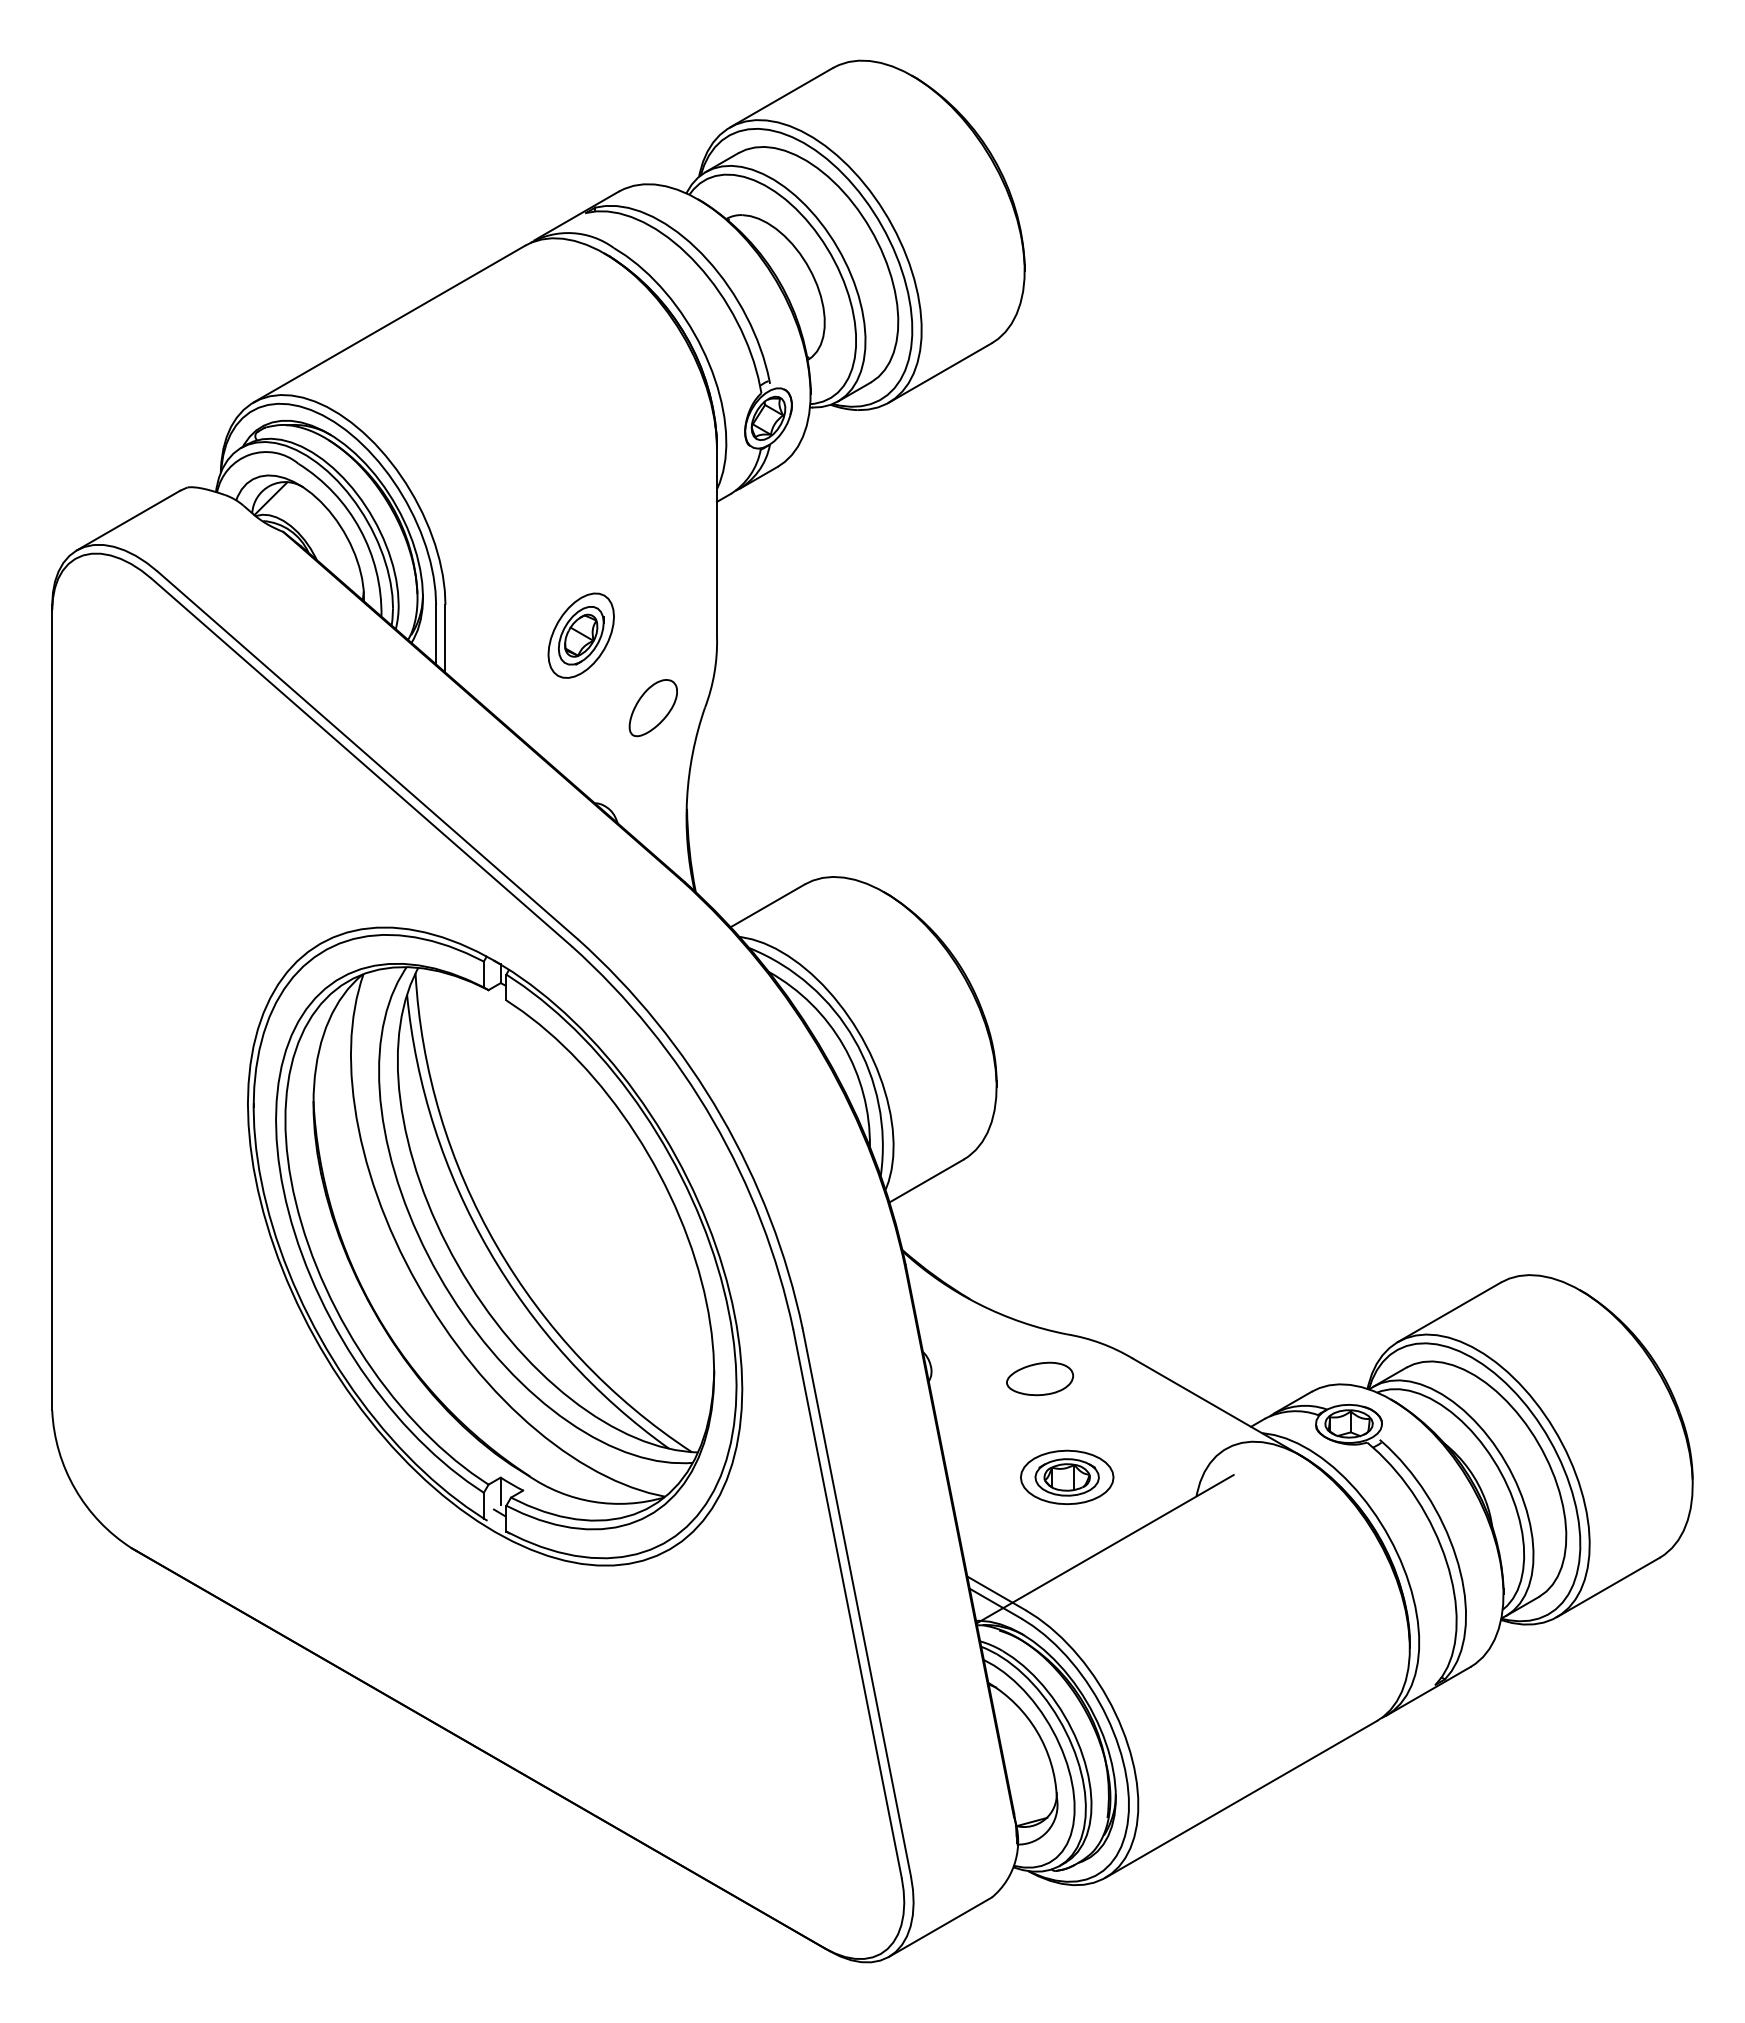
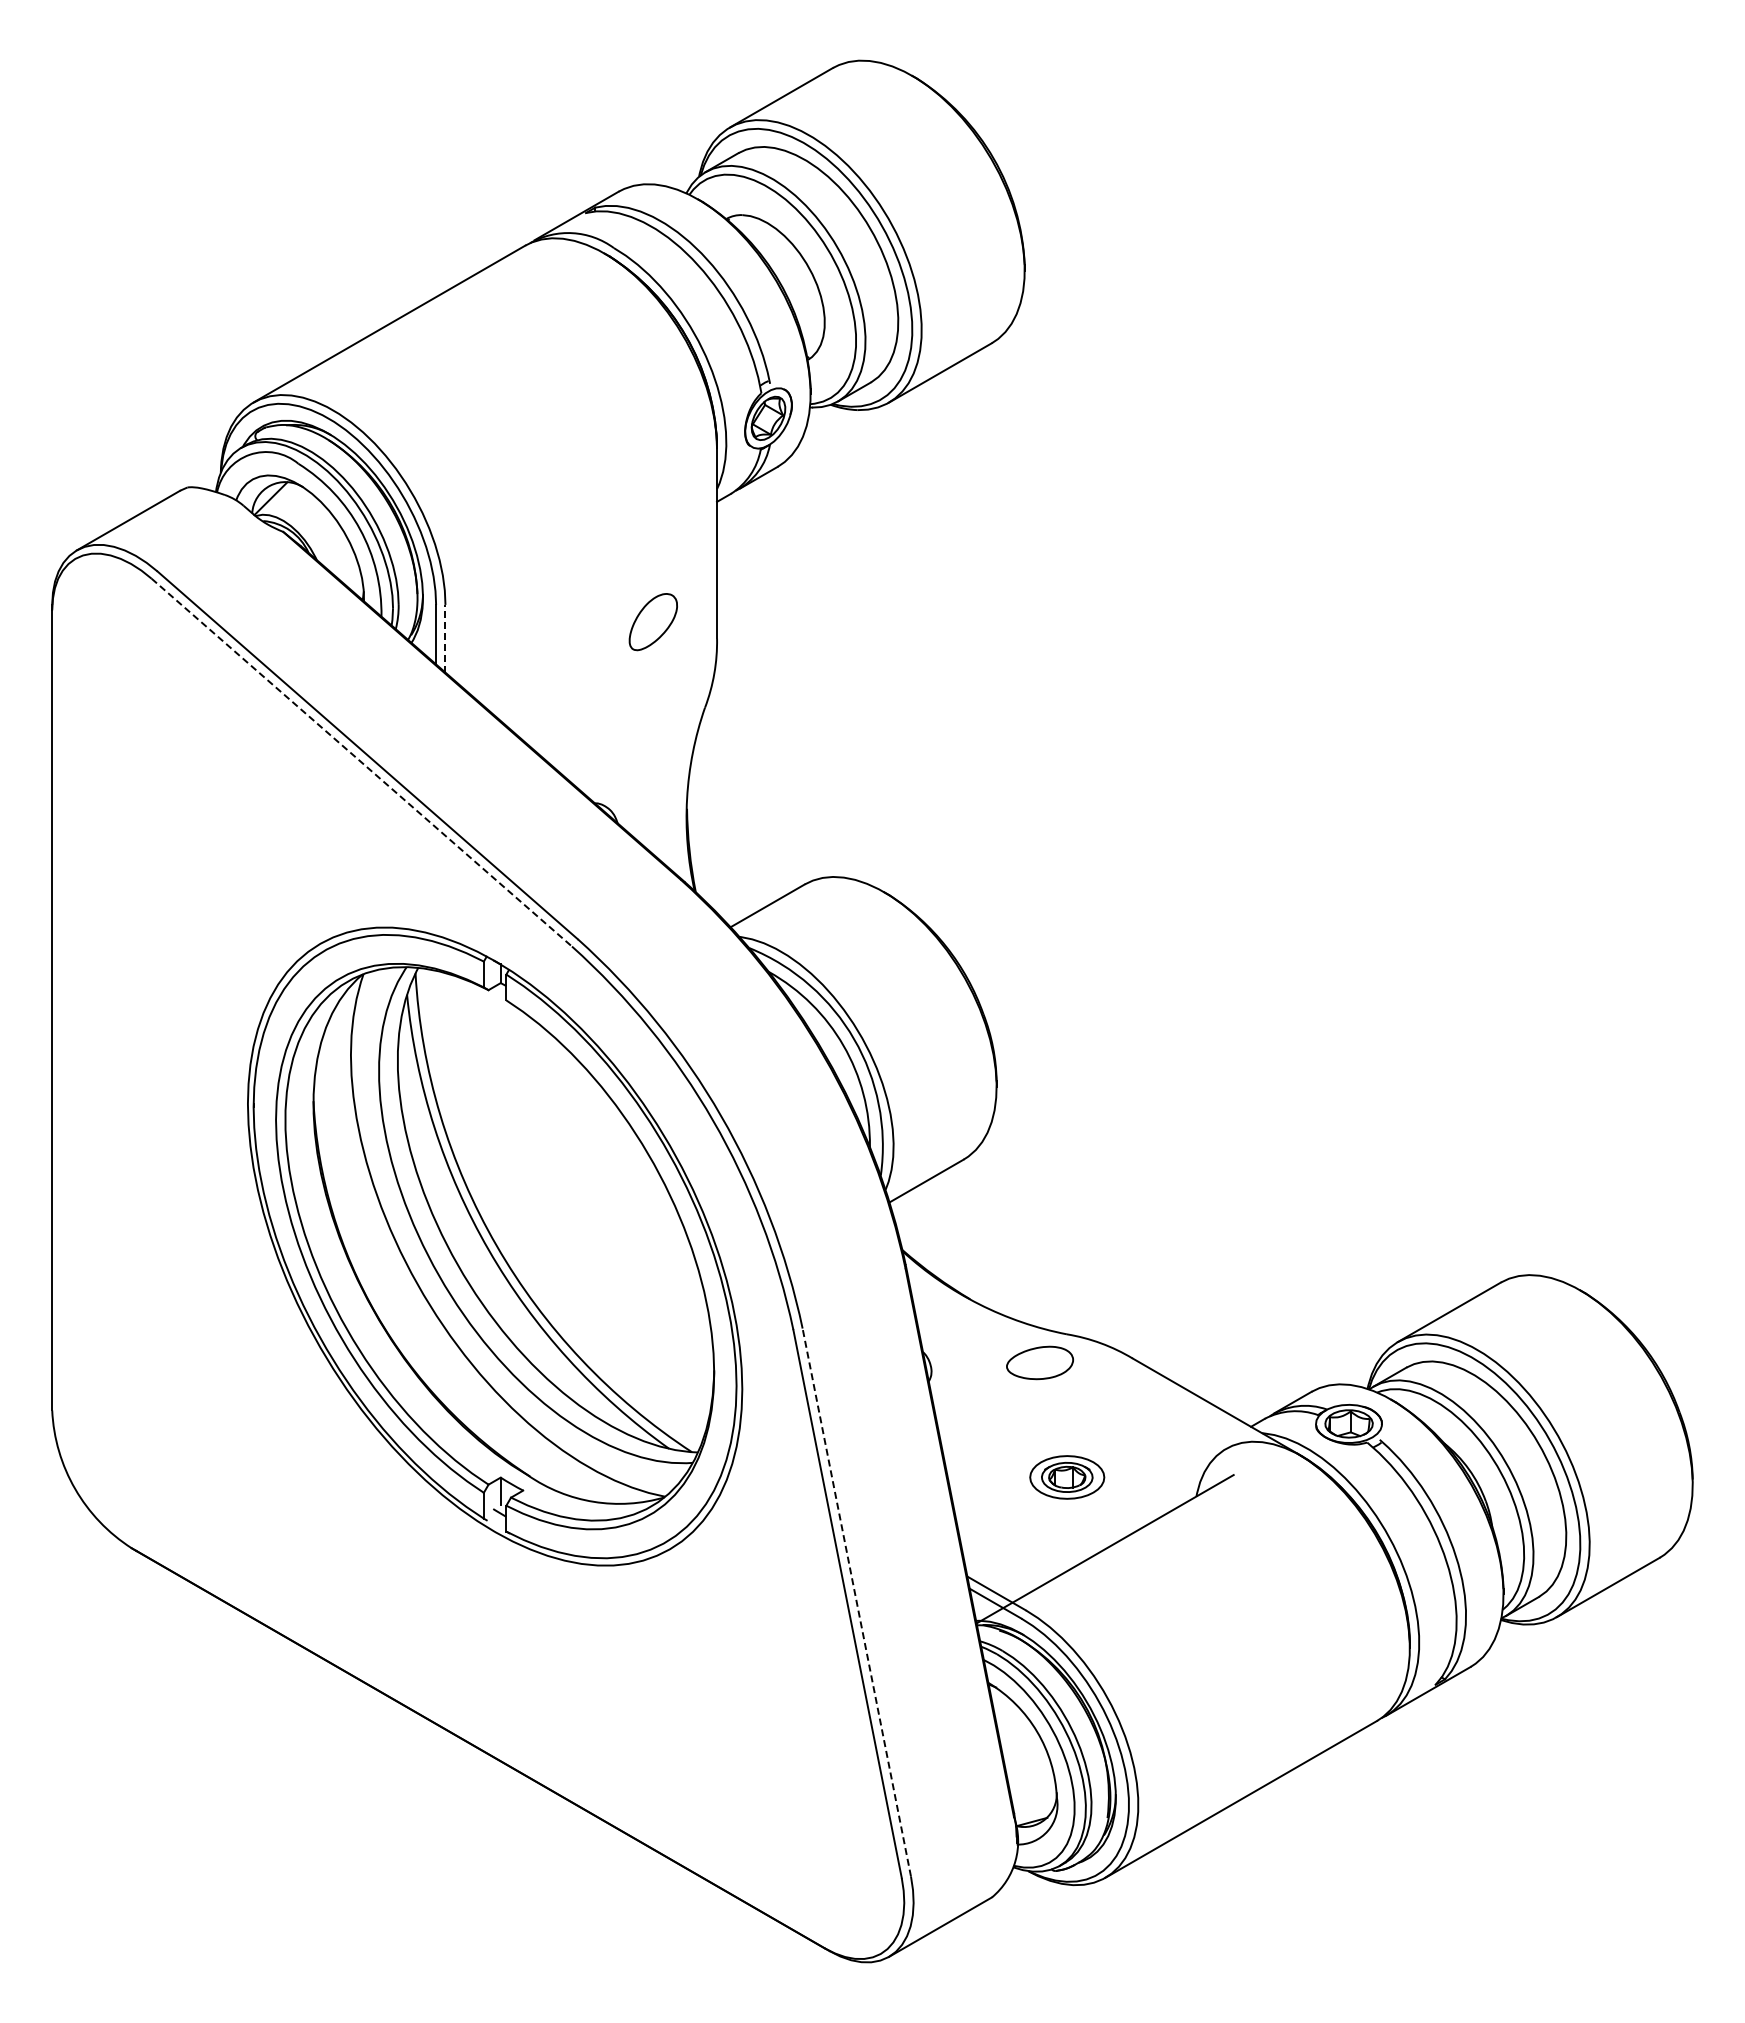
part at (580, 635): present -> none
line at (445, 638): solid -> dashed
part at (652, 708) position: (652, 708) -> (652, 622)
line at (362, 762): solid -> dashed
part at (1039, 1378) position: (1039, 1378) -> (1039, 1362)
part at (1067, 1477) size: 95x57 px -> 77x45 px
line at (856, 1602): solid -> dashed
